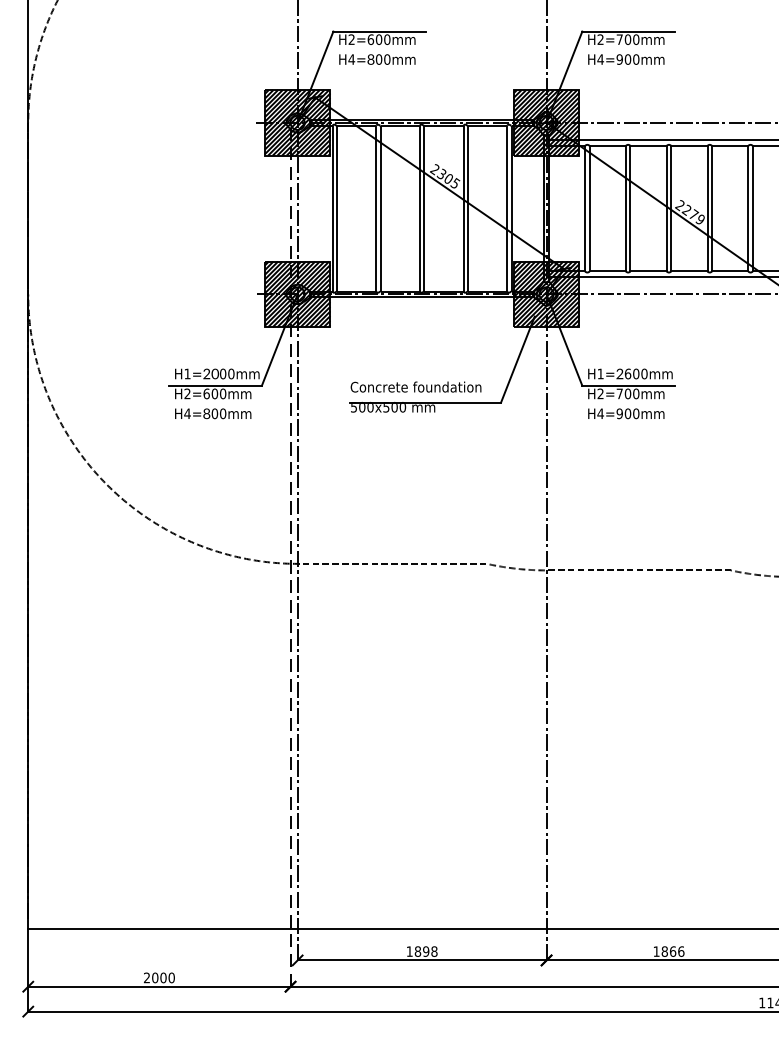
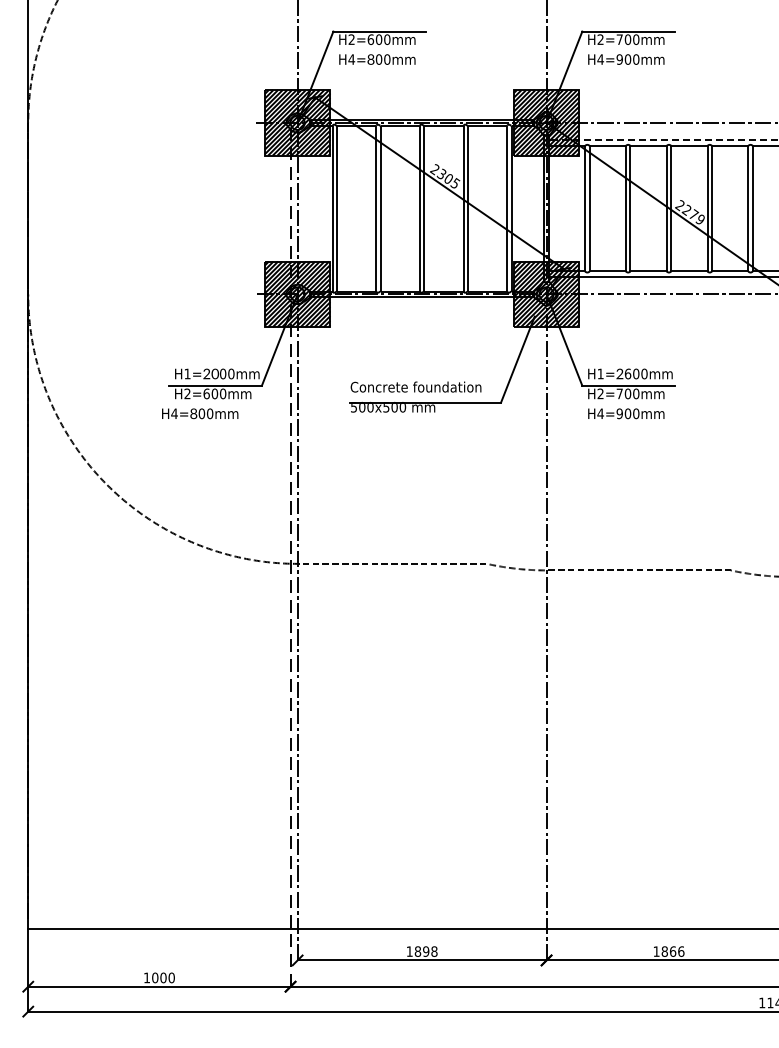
line at (663, 140): solid -> dashed
text at (213, 413) position: (213, 413) -> (200, 413)
text at (146, 977): 2000 -> 1000
